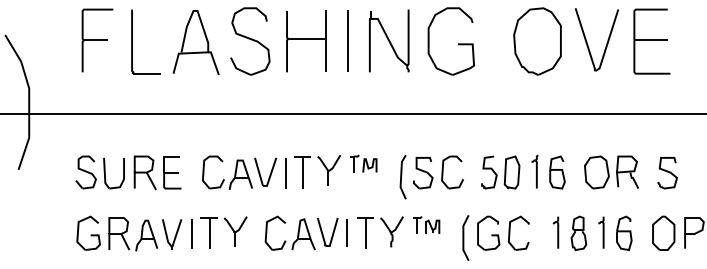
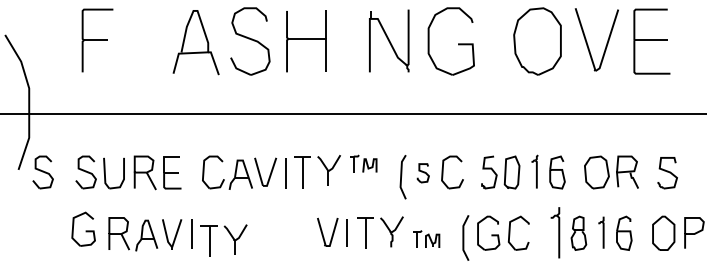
line at (347, 40): present -> none
part at (132, 41): present -> none
part at (42, 172): none -> present
part at (423, 173) size: 21x33 px -> 14x21 px
part at (426, 224) position: (426, 224) -> (426, 238)
part at (229, 226) position: (229, 226) -> (229, 234)
part at (88, 232) position: (88, 232) -> (83, 228)
part at (297, 232): present -> none
part at (556, 232) size: 7x33 px -> 11x52 px
